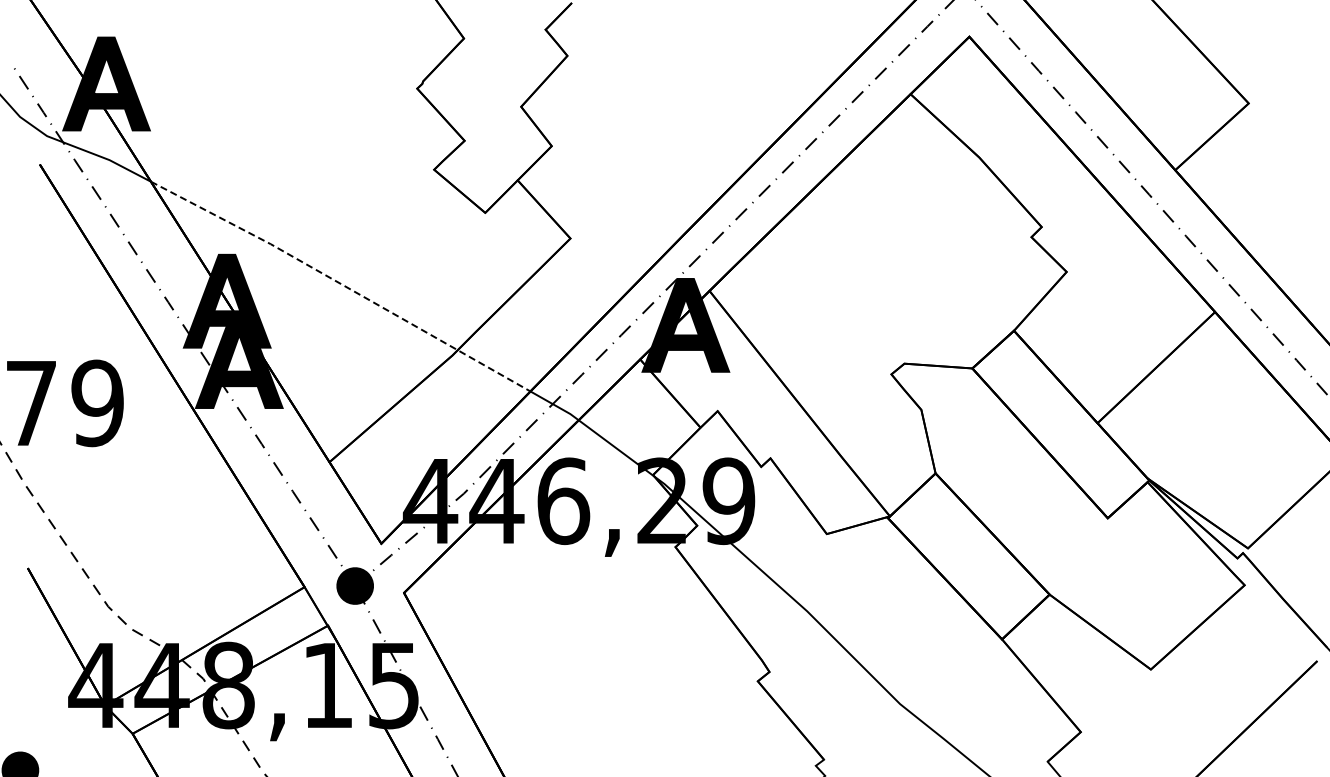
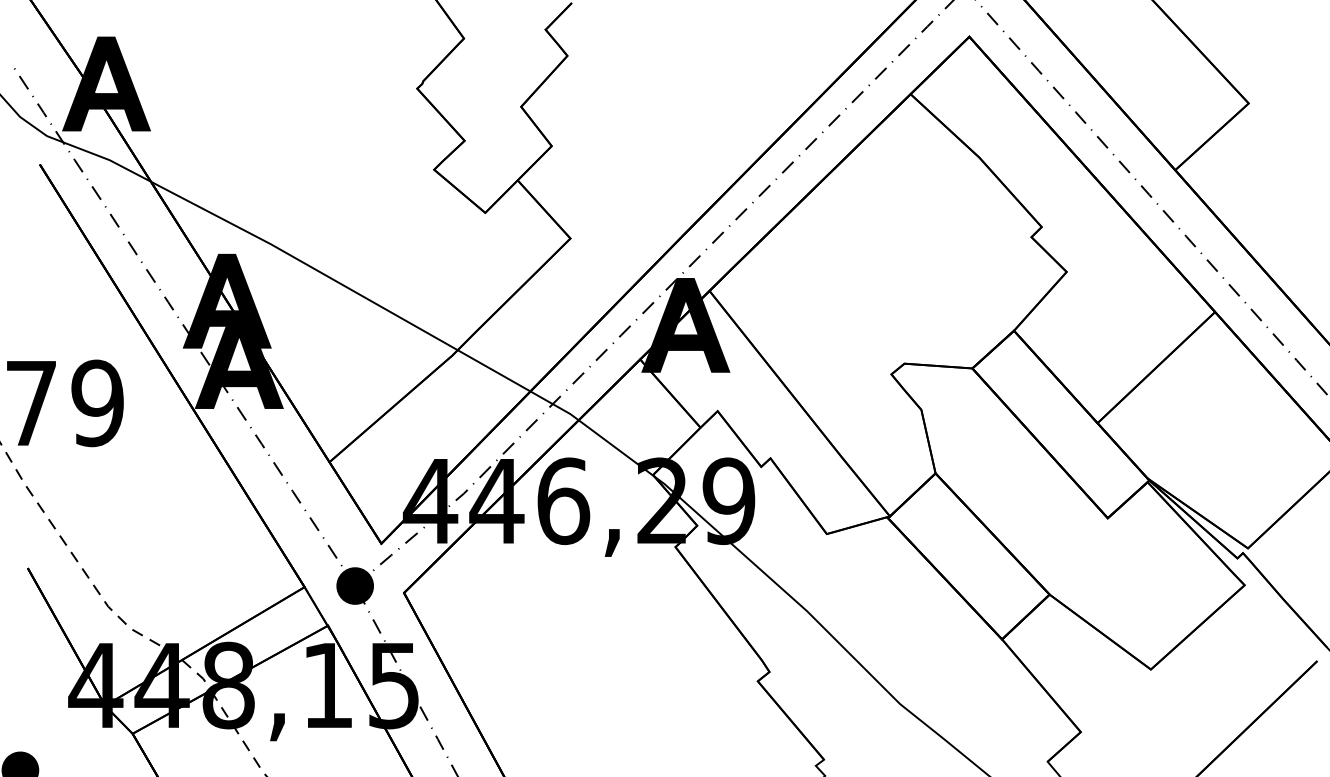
line at (341, 284): dashed -> solid
